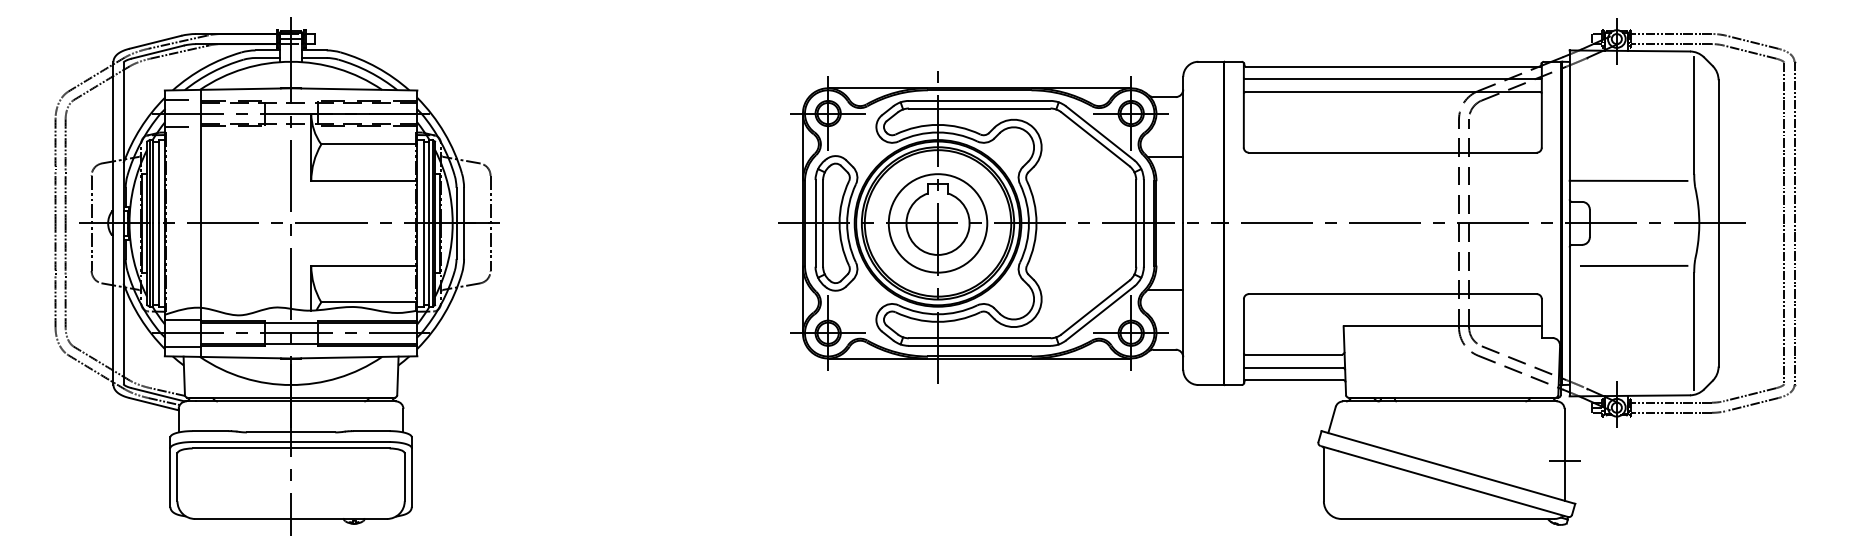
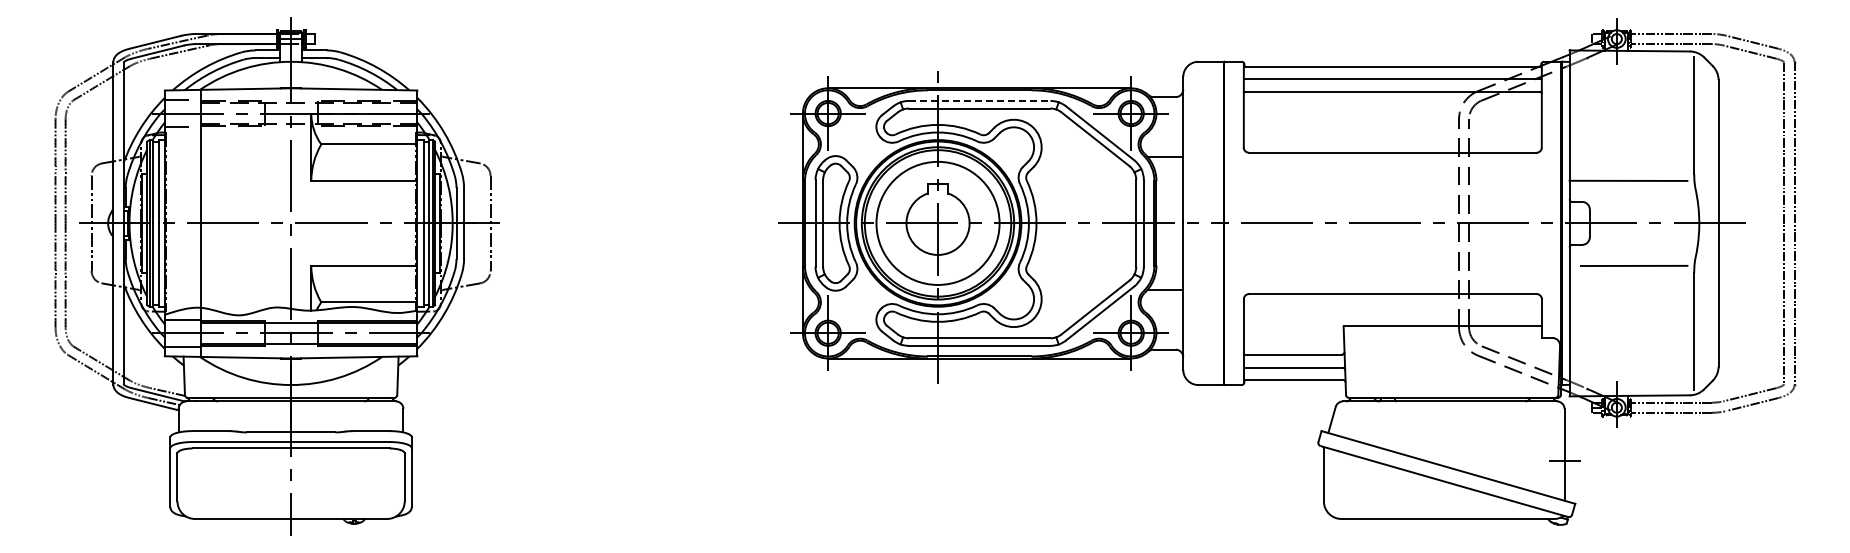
line at (979, 100): solid -> dashed
circle at (937, 223) diameter: 98 px -> 123 px
